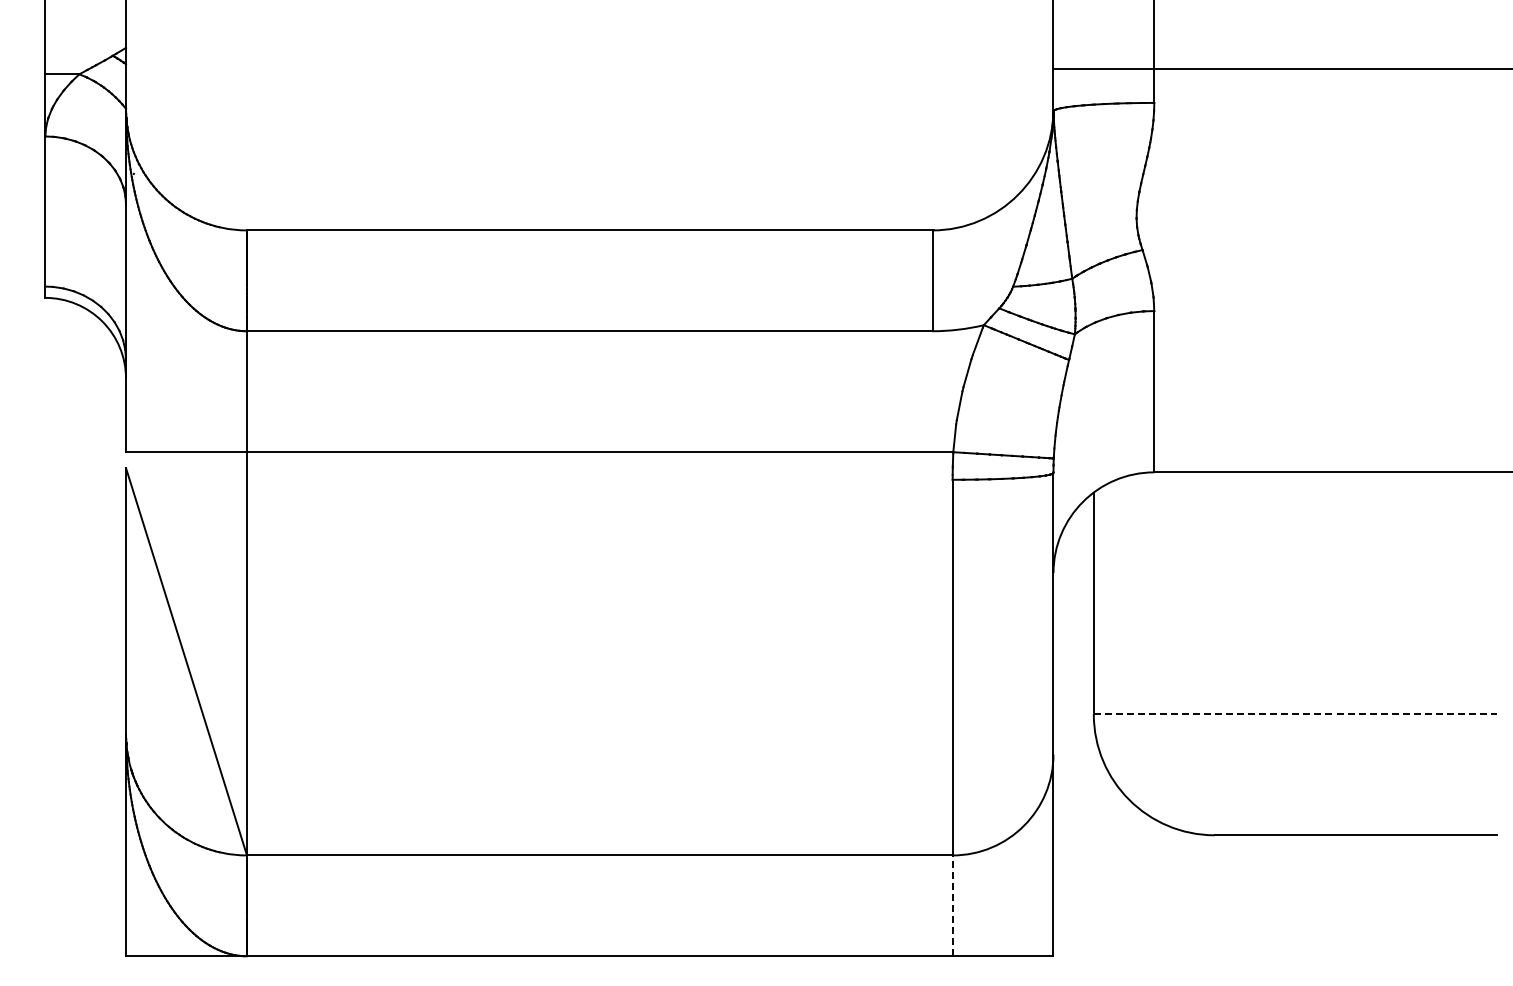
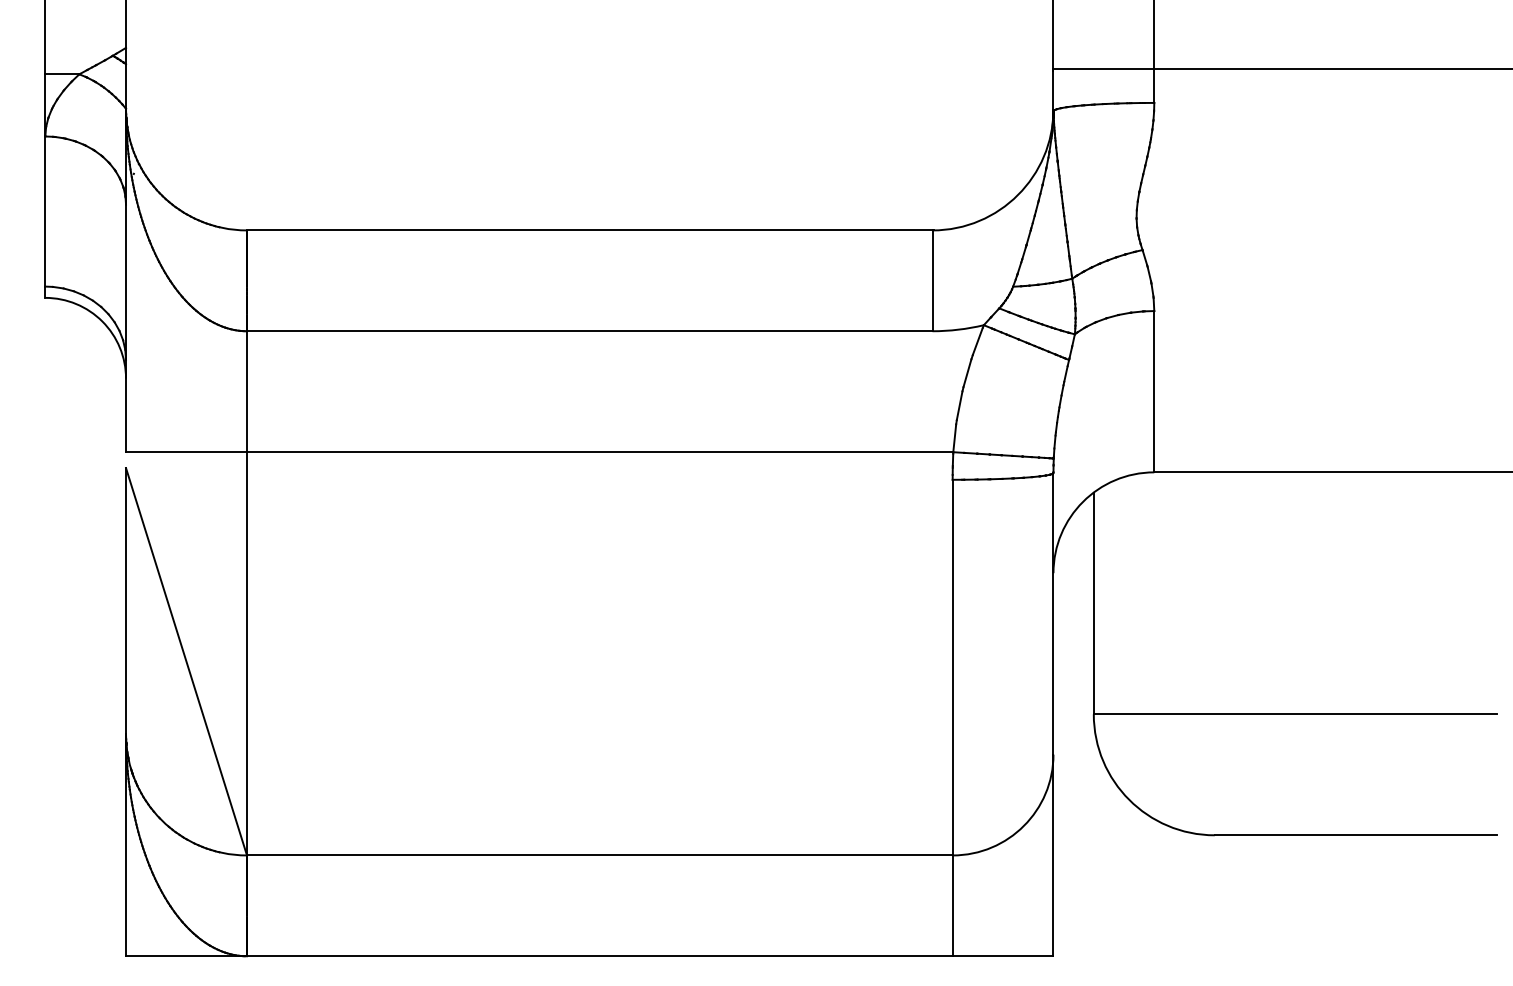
line at (1295, 714): dashed -> solid
line at (952, 905): dashed -> solid
